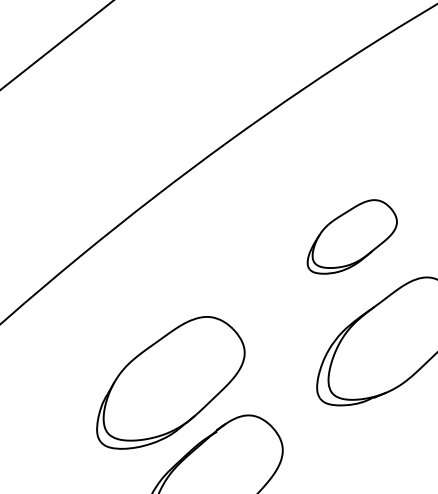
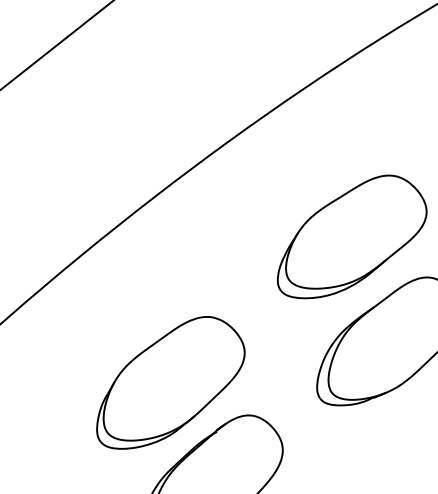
part at (351, 236) size: 92x76 px -> 151x126 px
